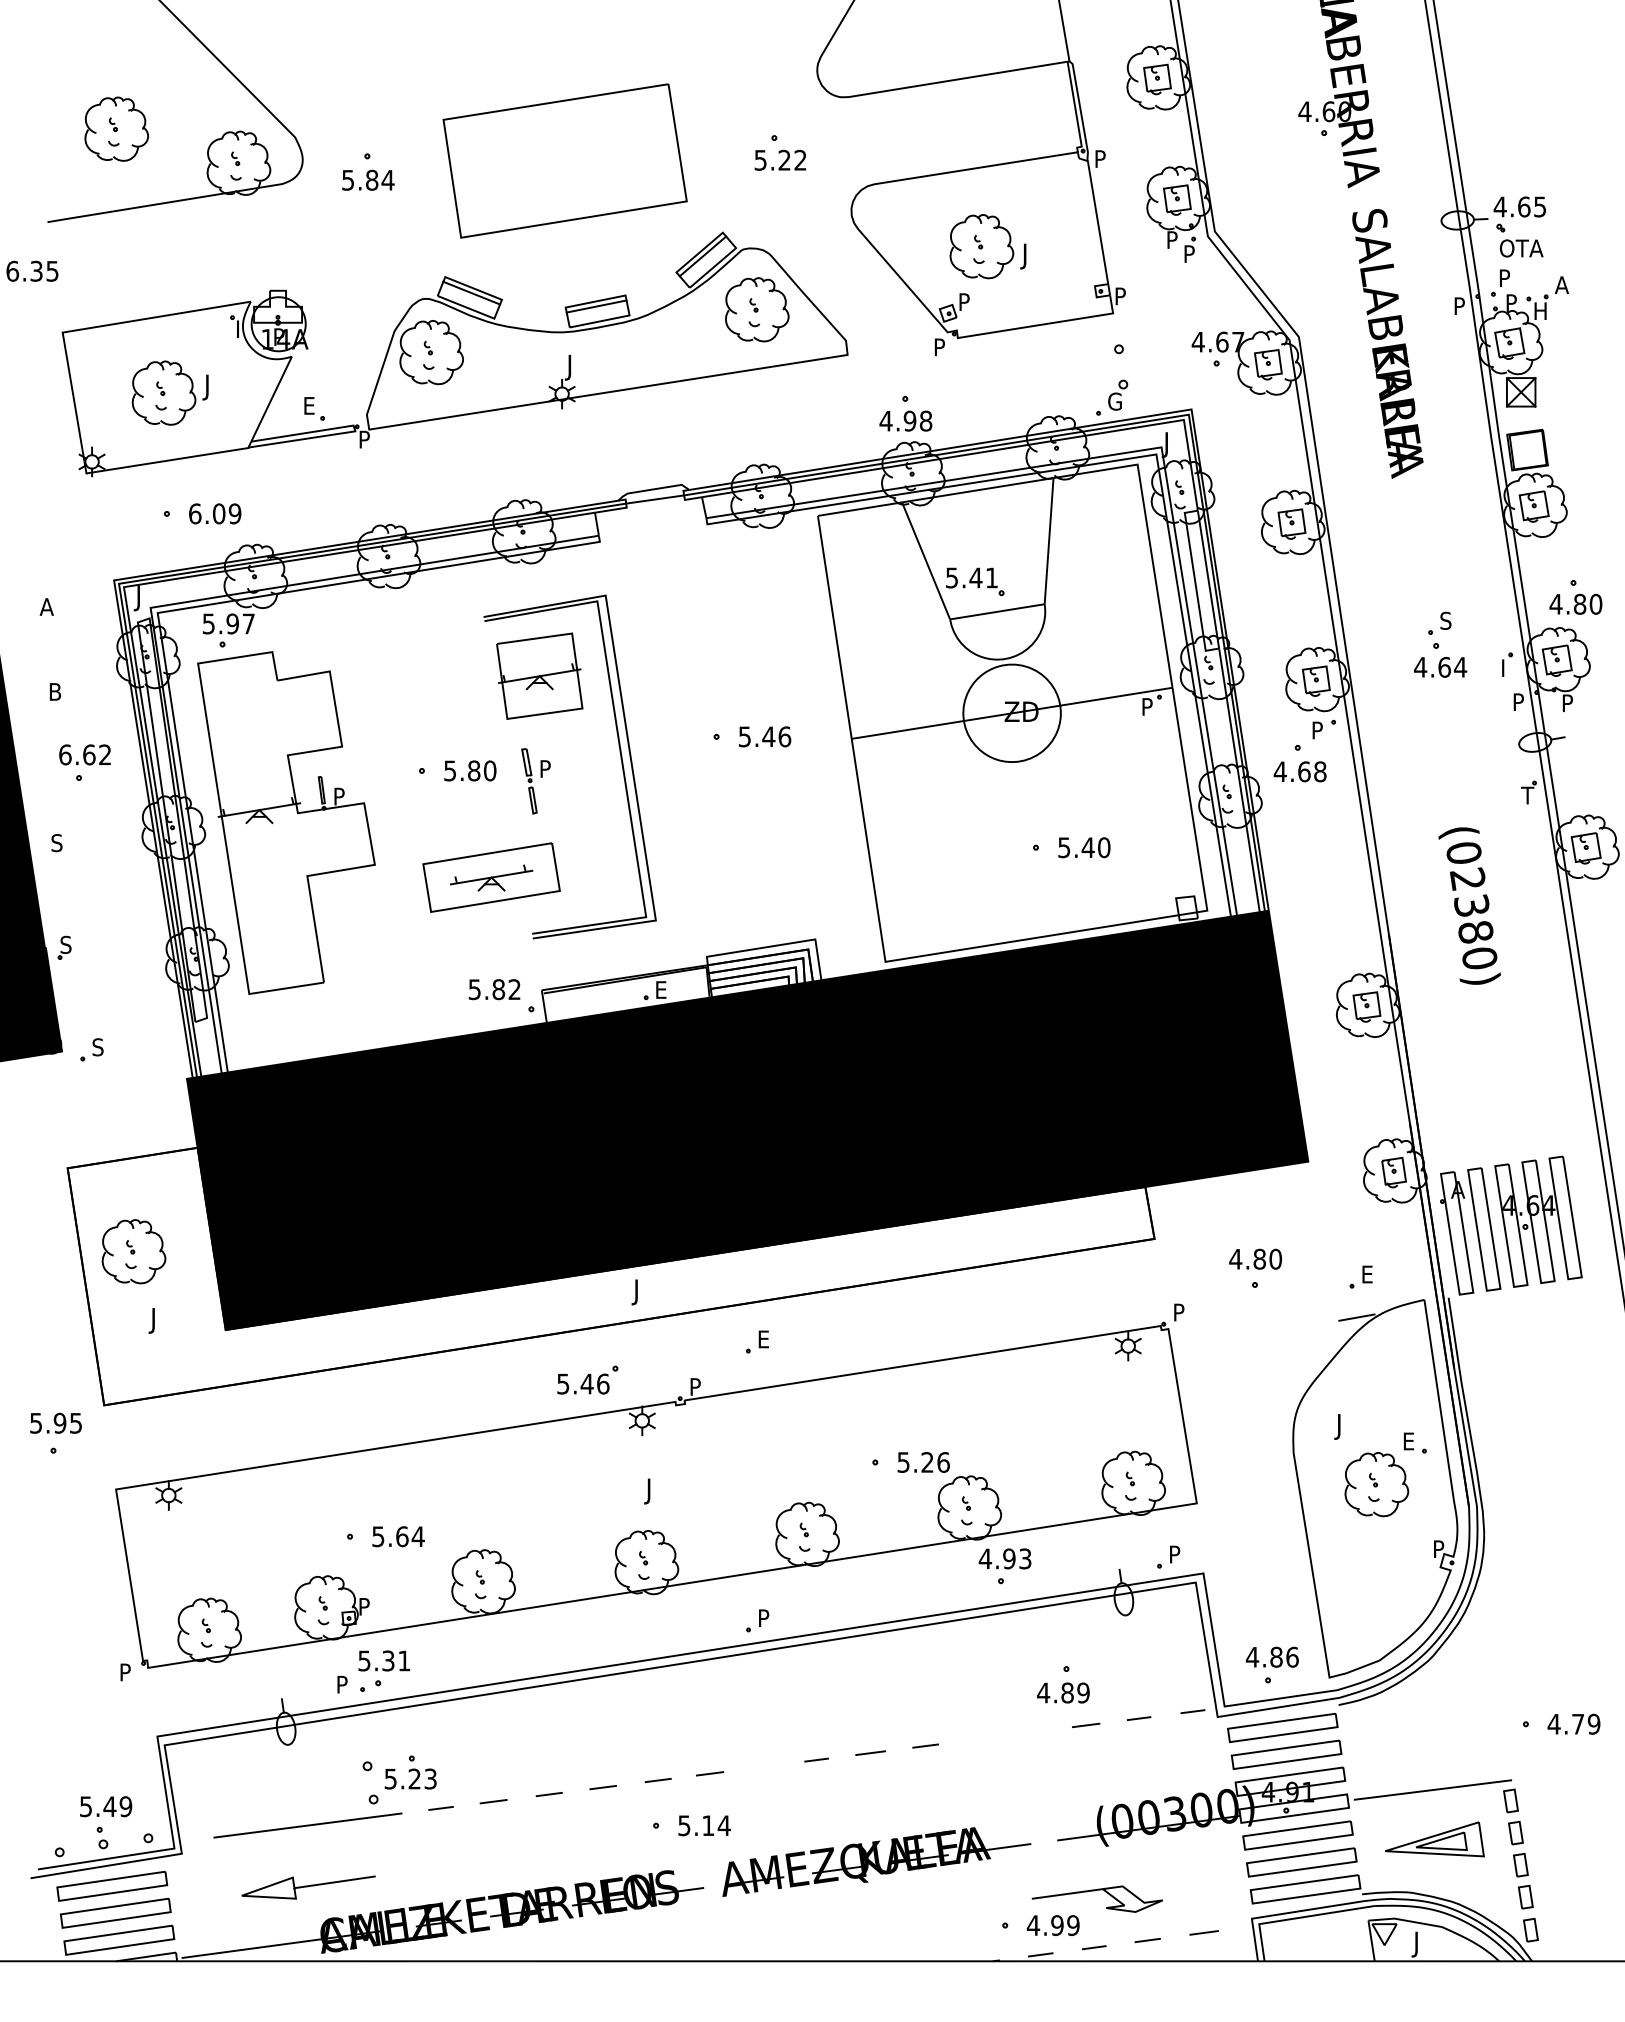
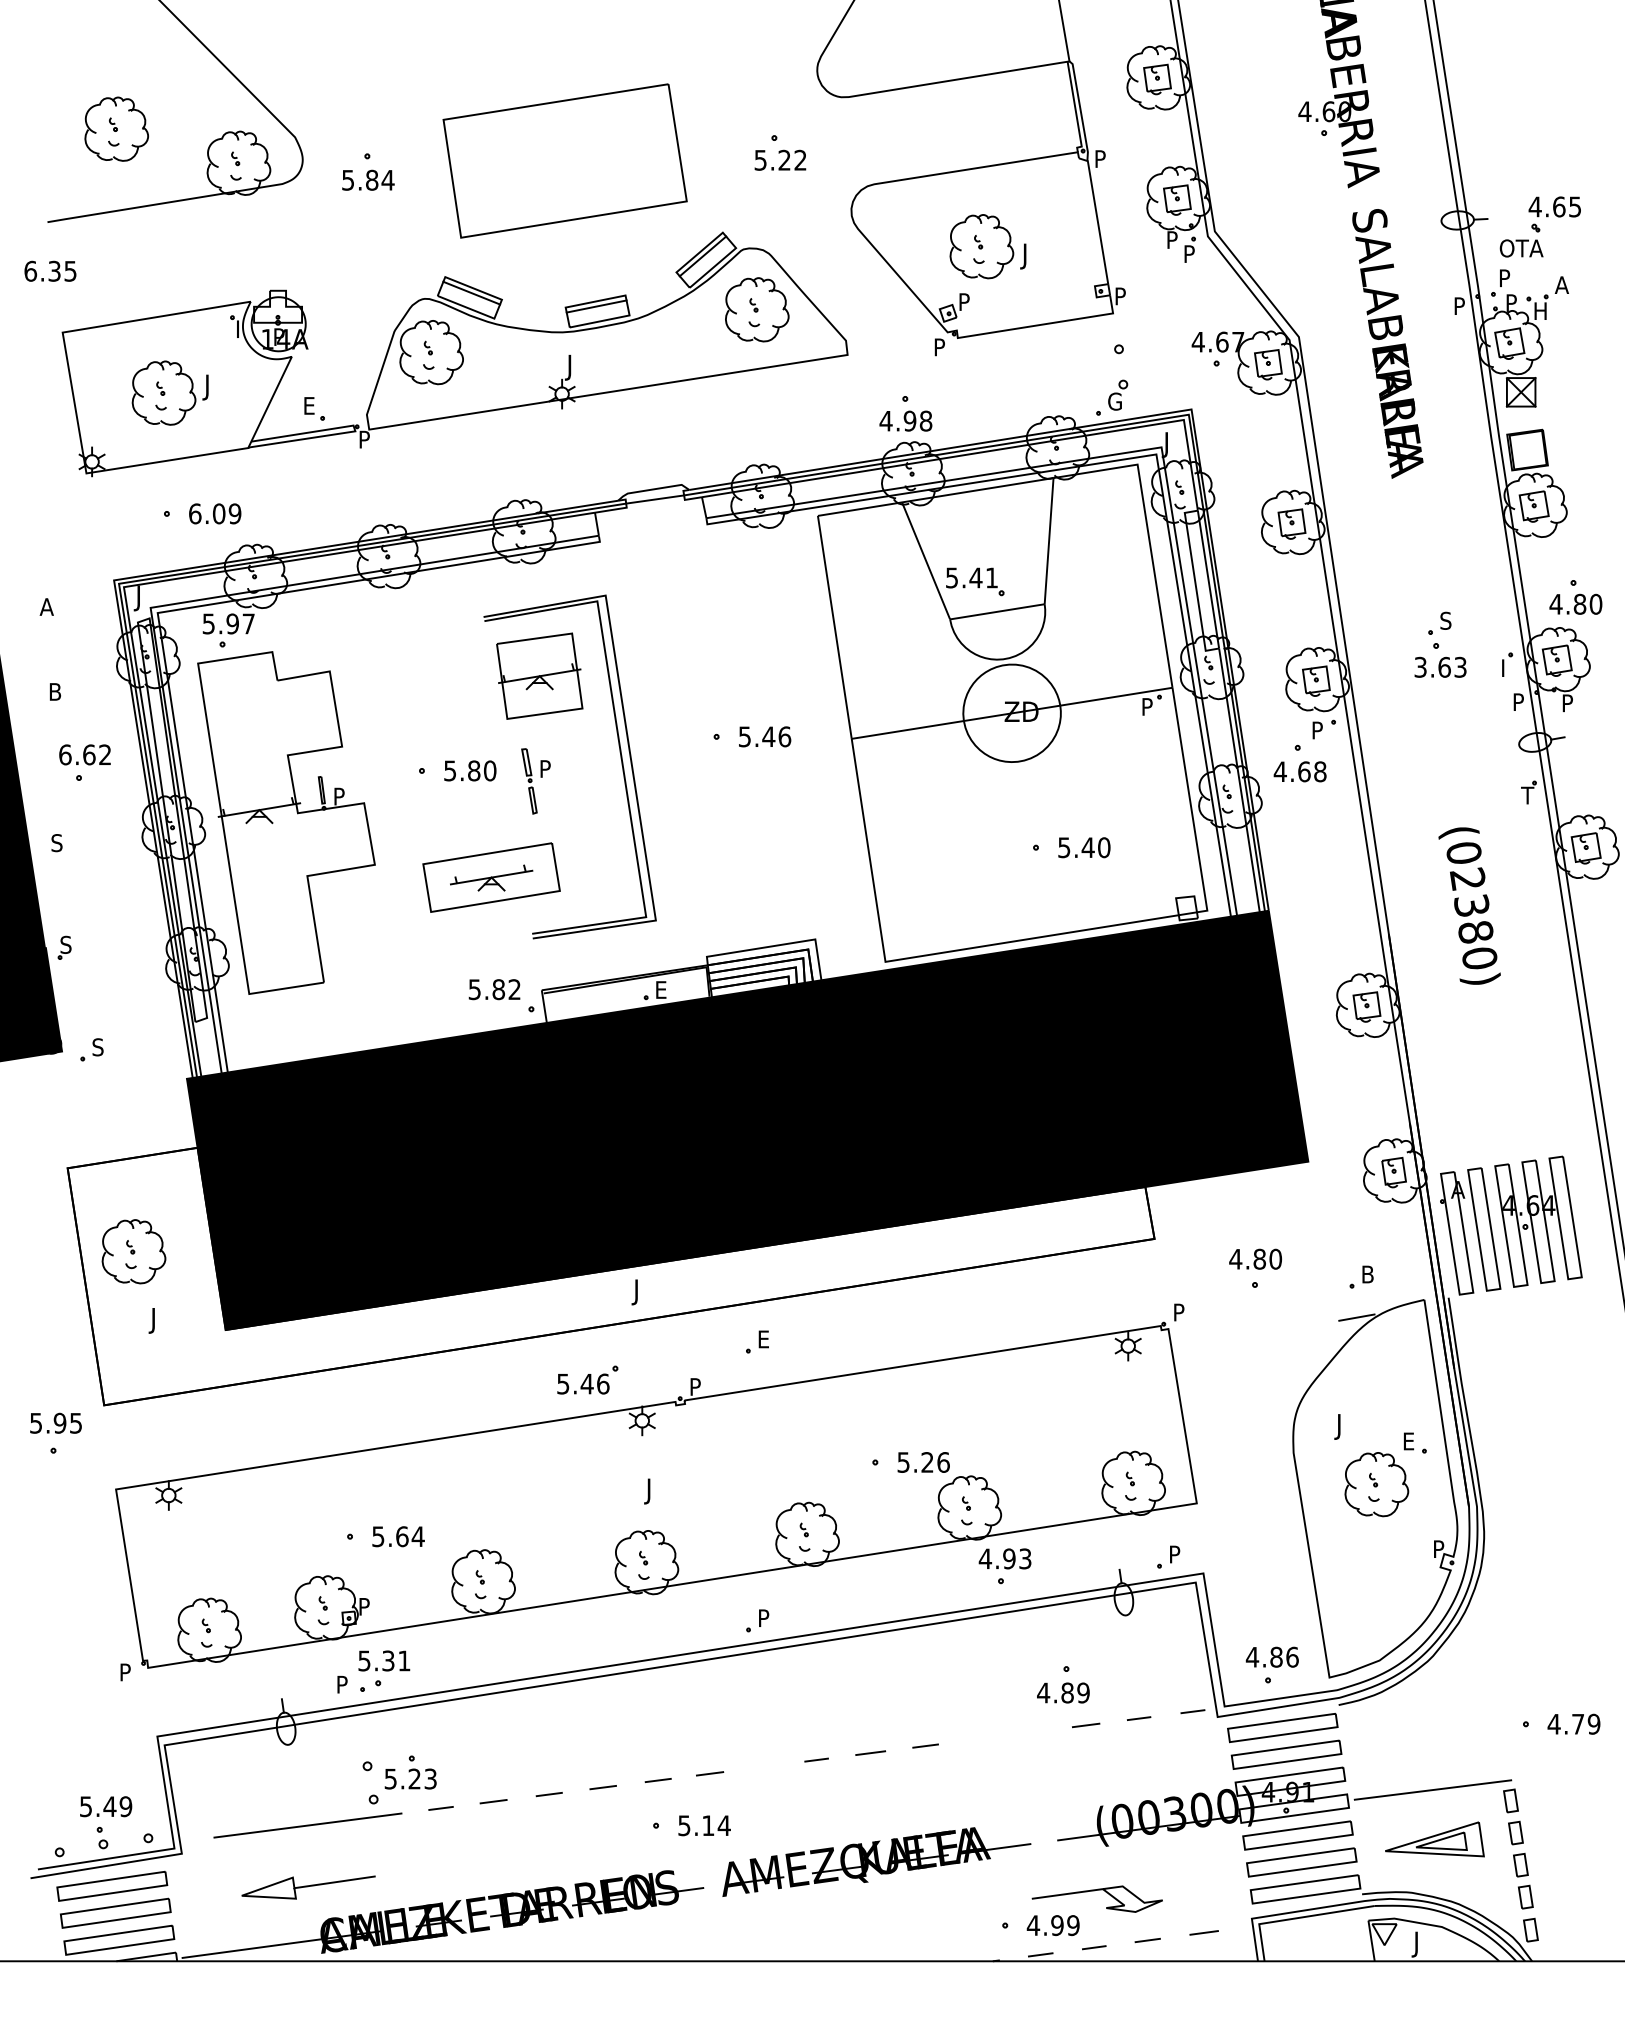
part at (1519, 214) position: (1519, 214) -> (1554, 214)
text at (32, 270) position: (32, 270) -> (50, 270)
text at (1440, 666): 4.64 -> 3.63
text at (1371, 1274): E -> B
